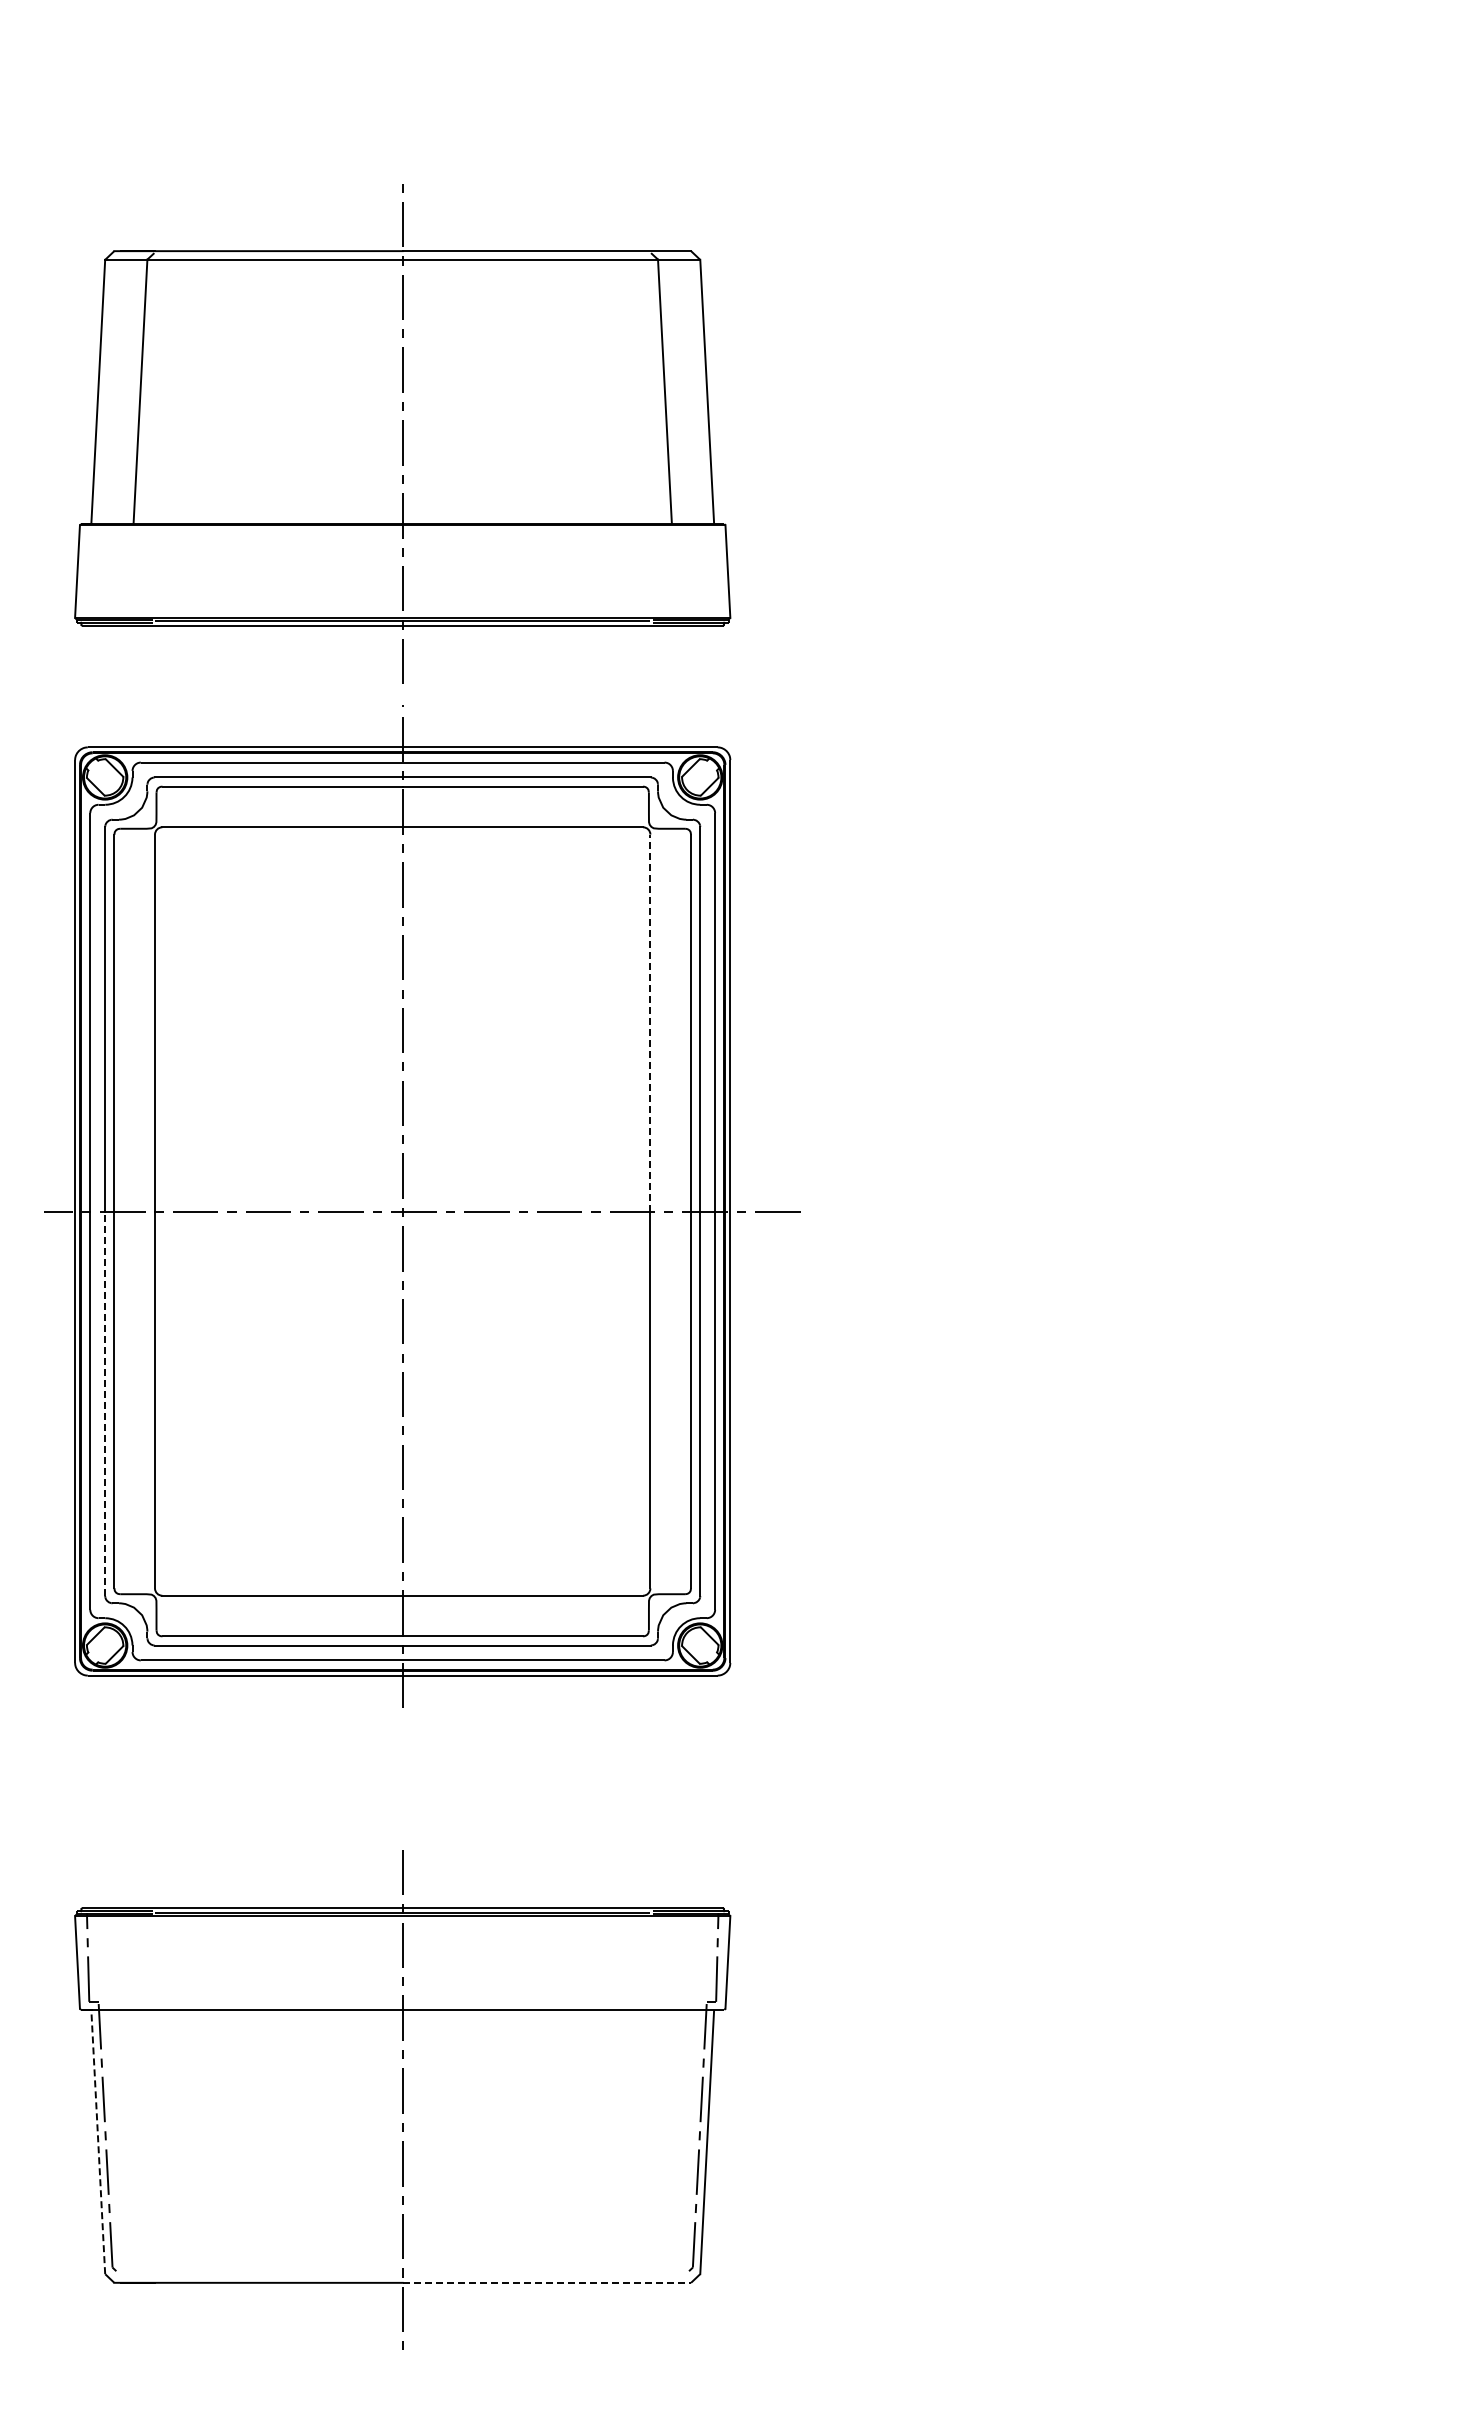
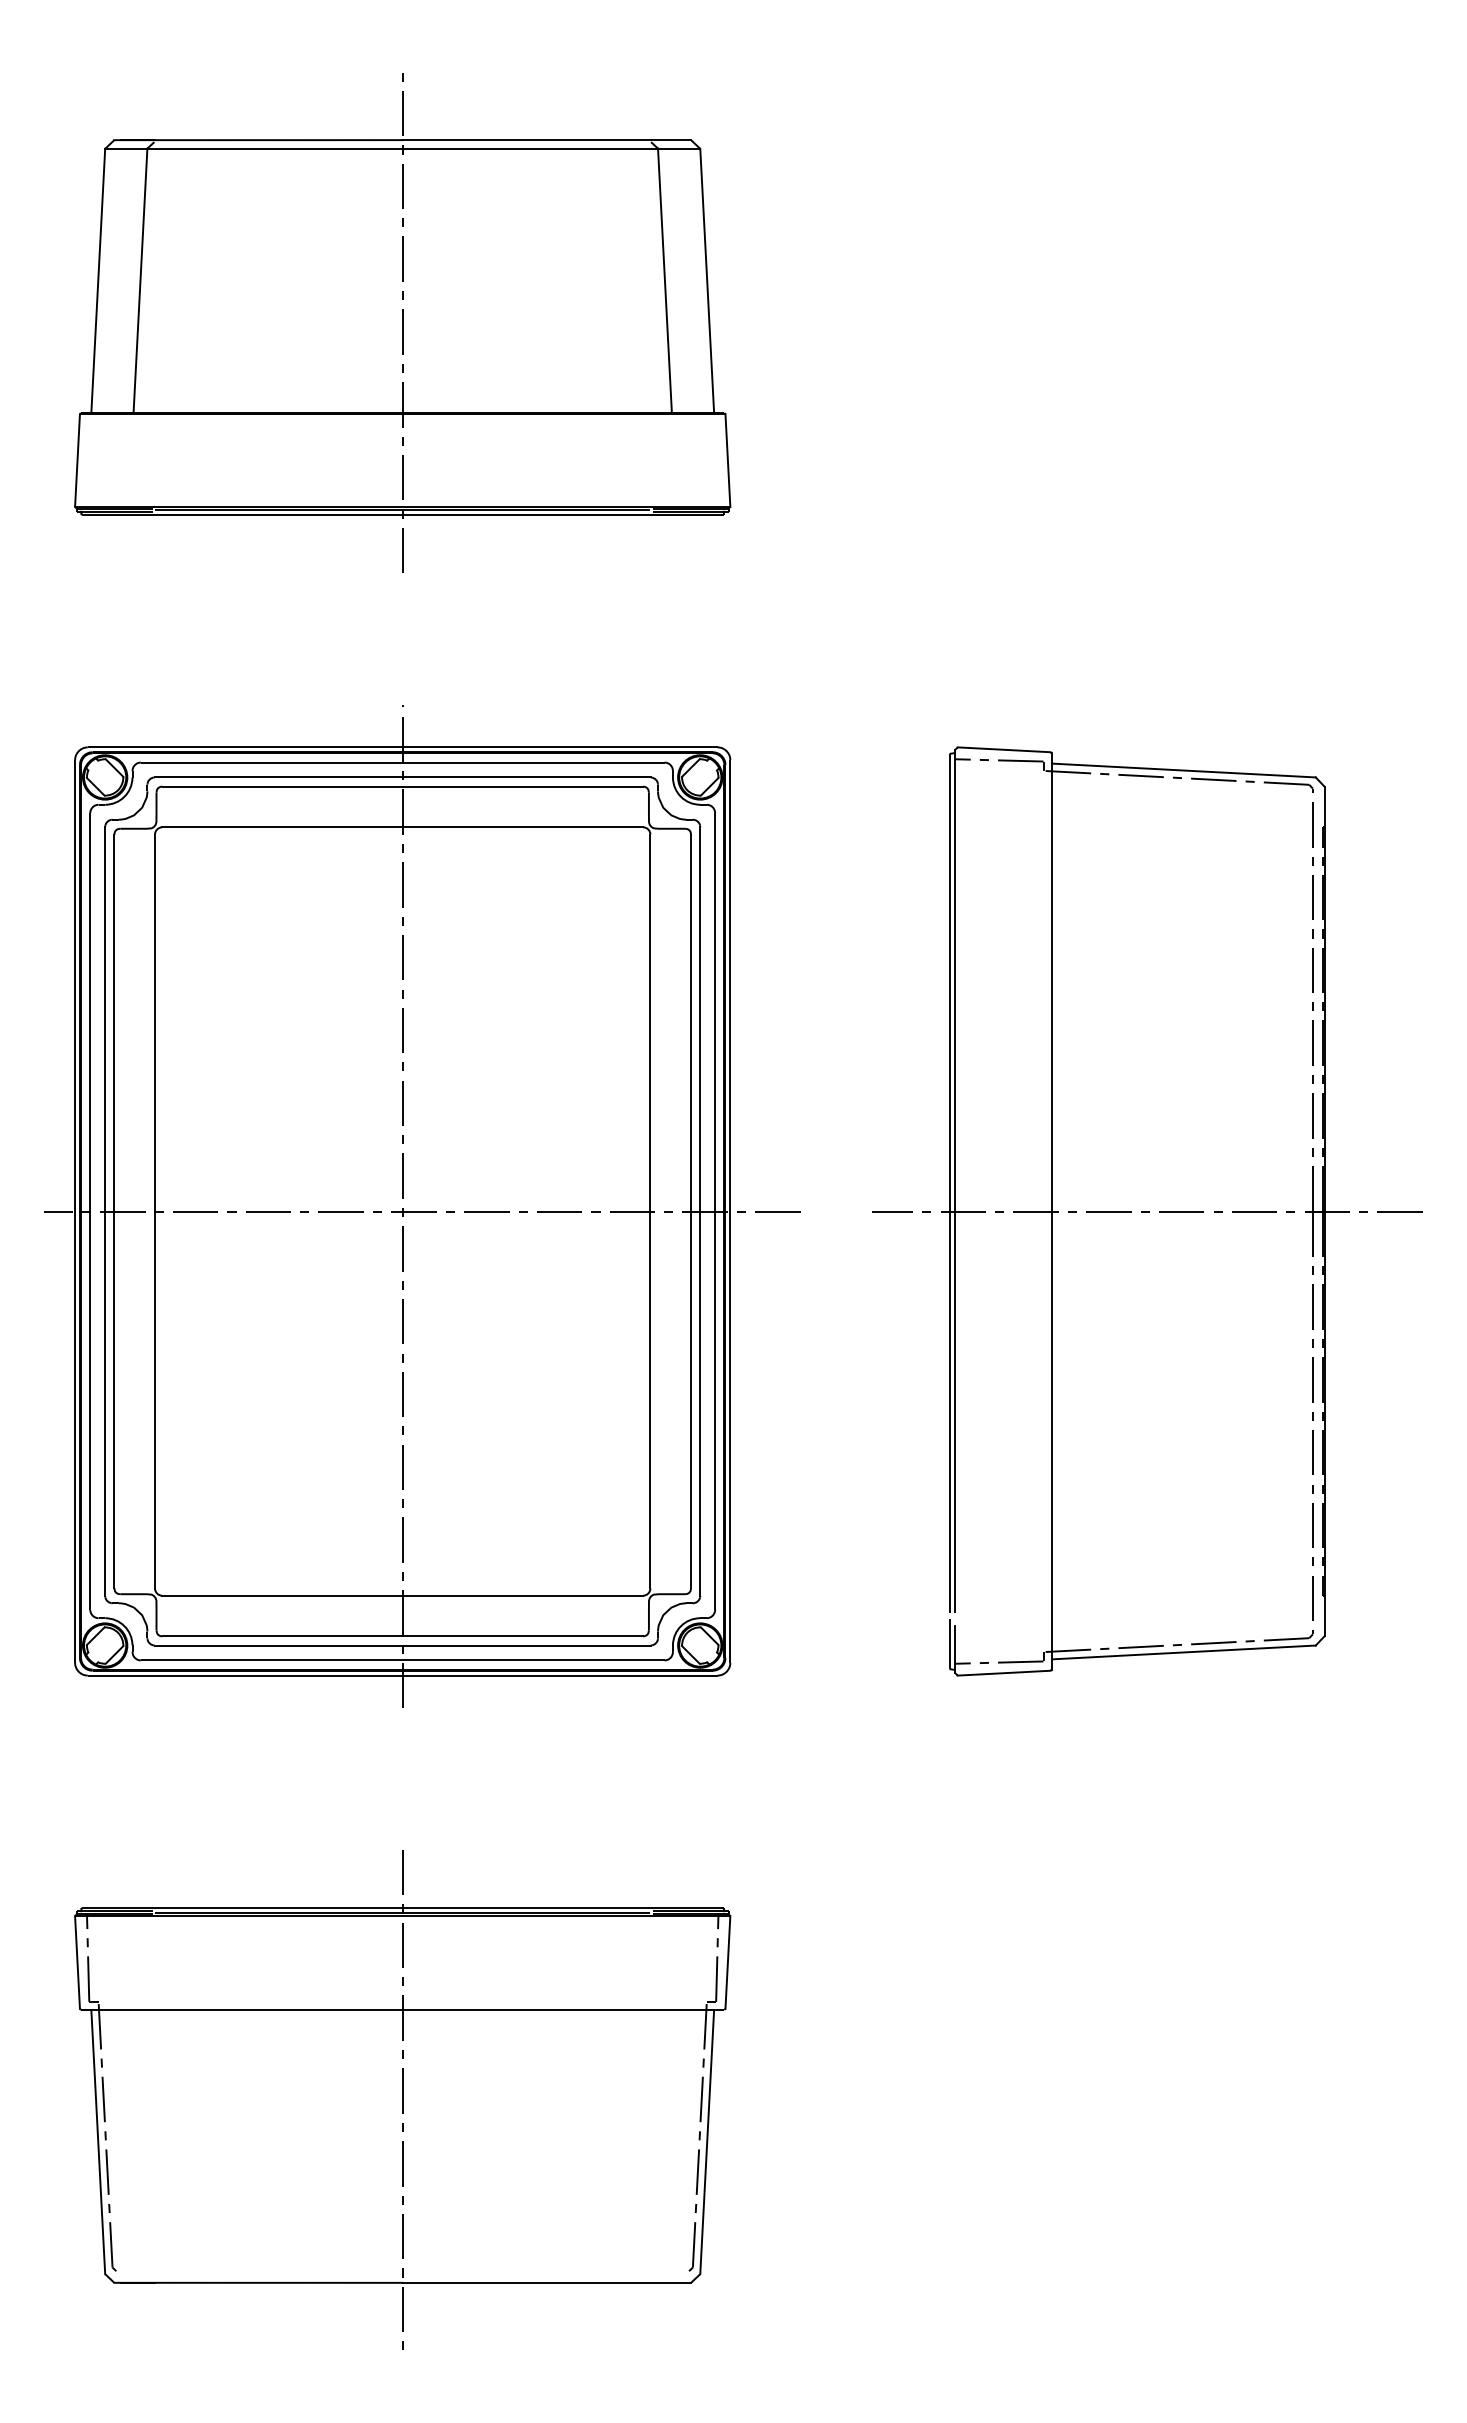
part at (402, 433) position: (402, 433) -> (402, 322)
line at (650, 1022): dashed -> solid
part at (1147, 1211): none -> present
line at (105, 1403): dashed -> solid
line at (98, 2142): dashed -> solid
line at (547, 2282): dashed -> solid
